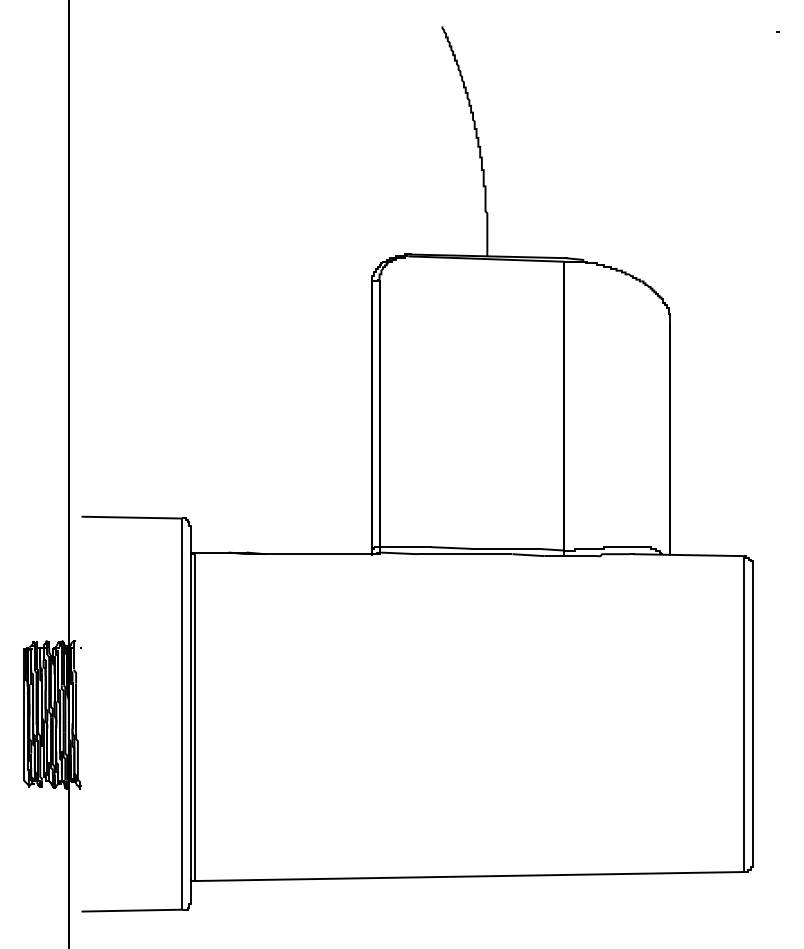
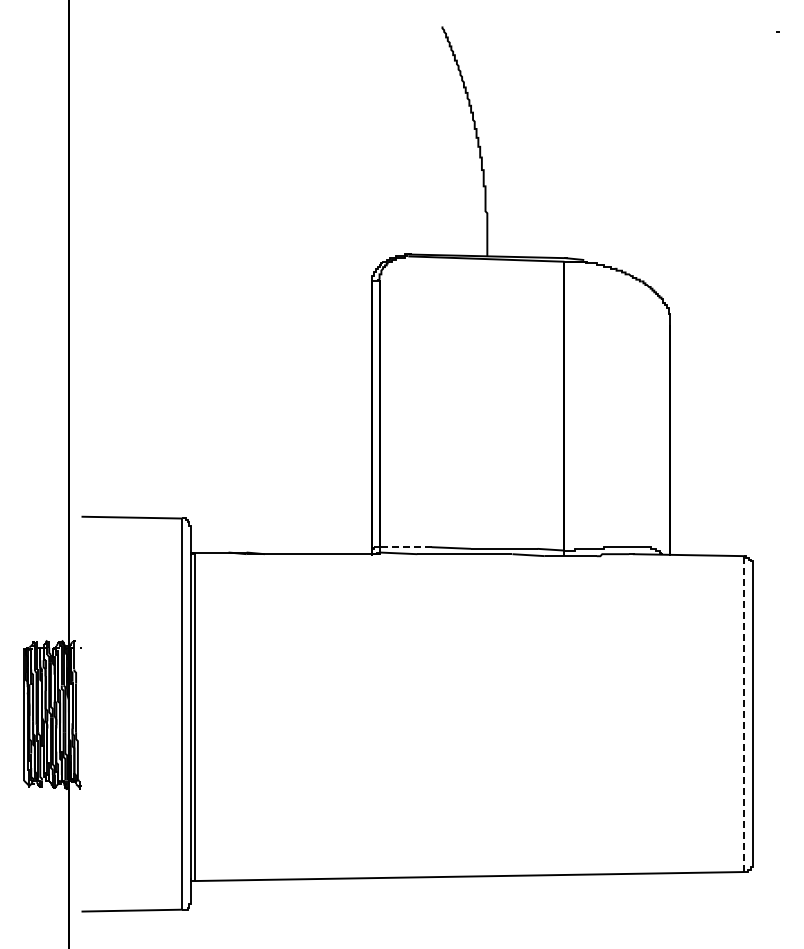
line at (405, 547): solid -> dashed
line at (744, 714): solid -> dashed
